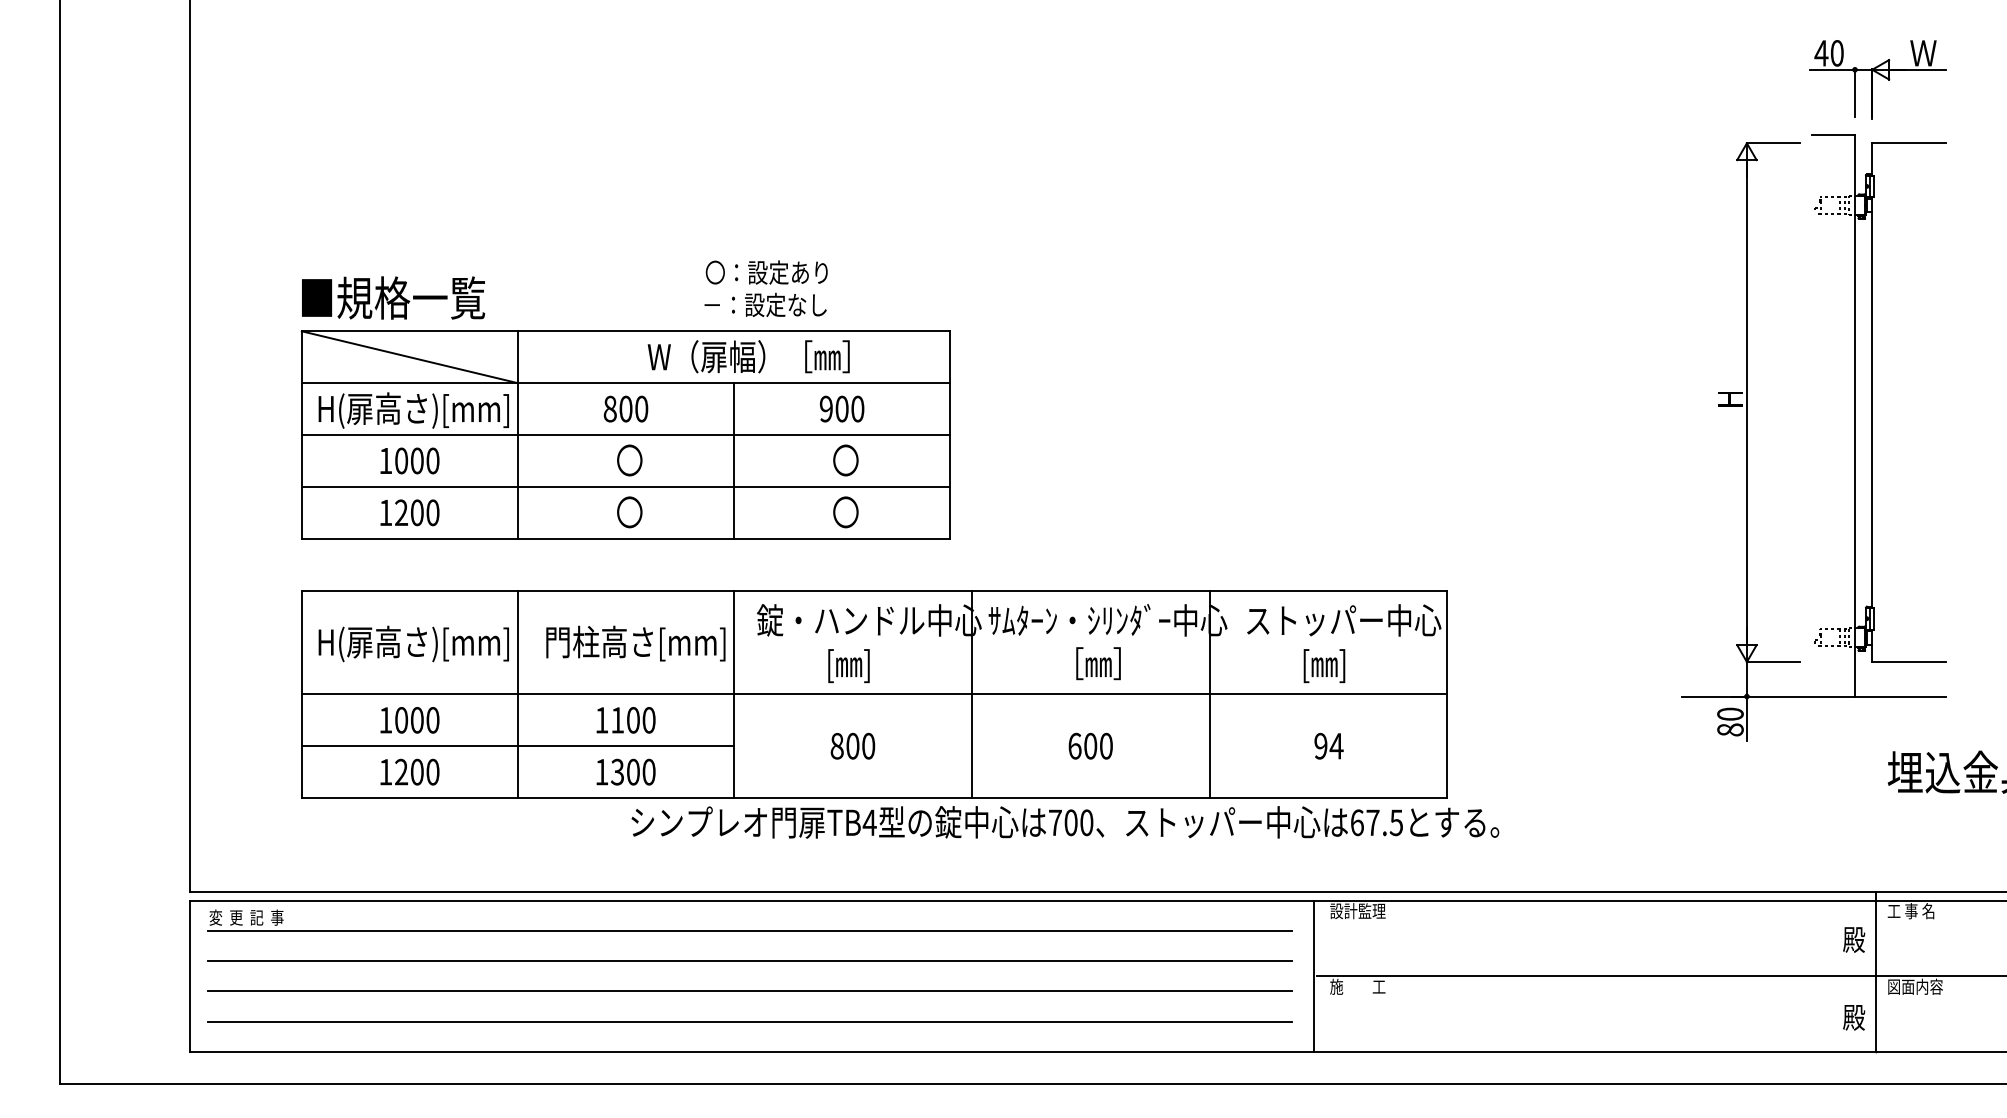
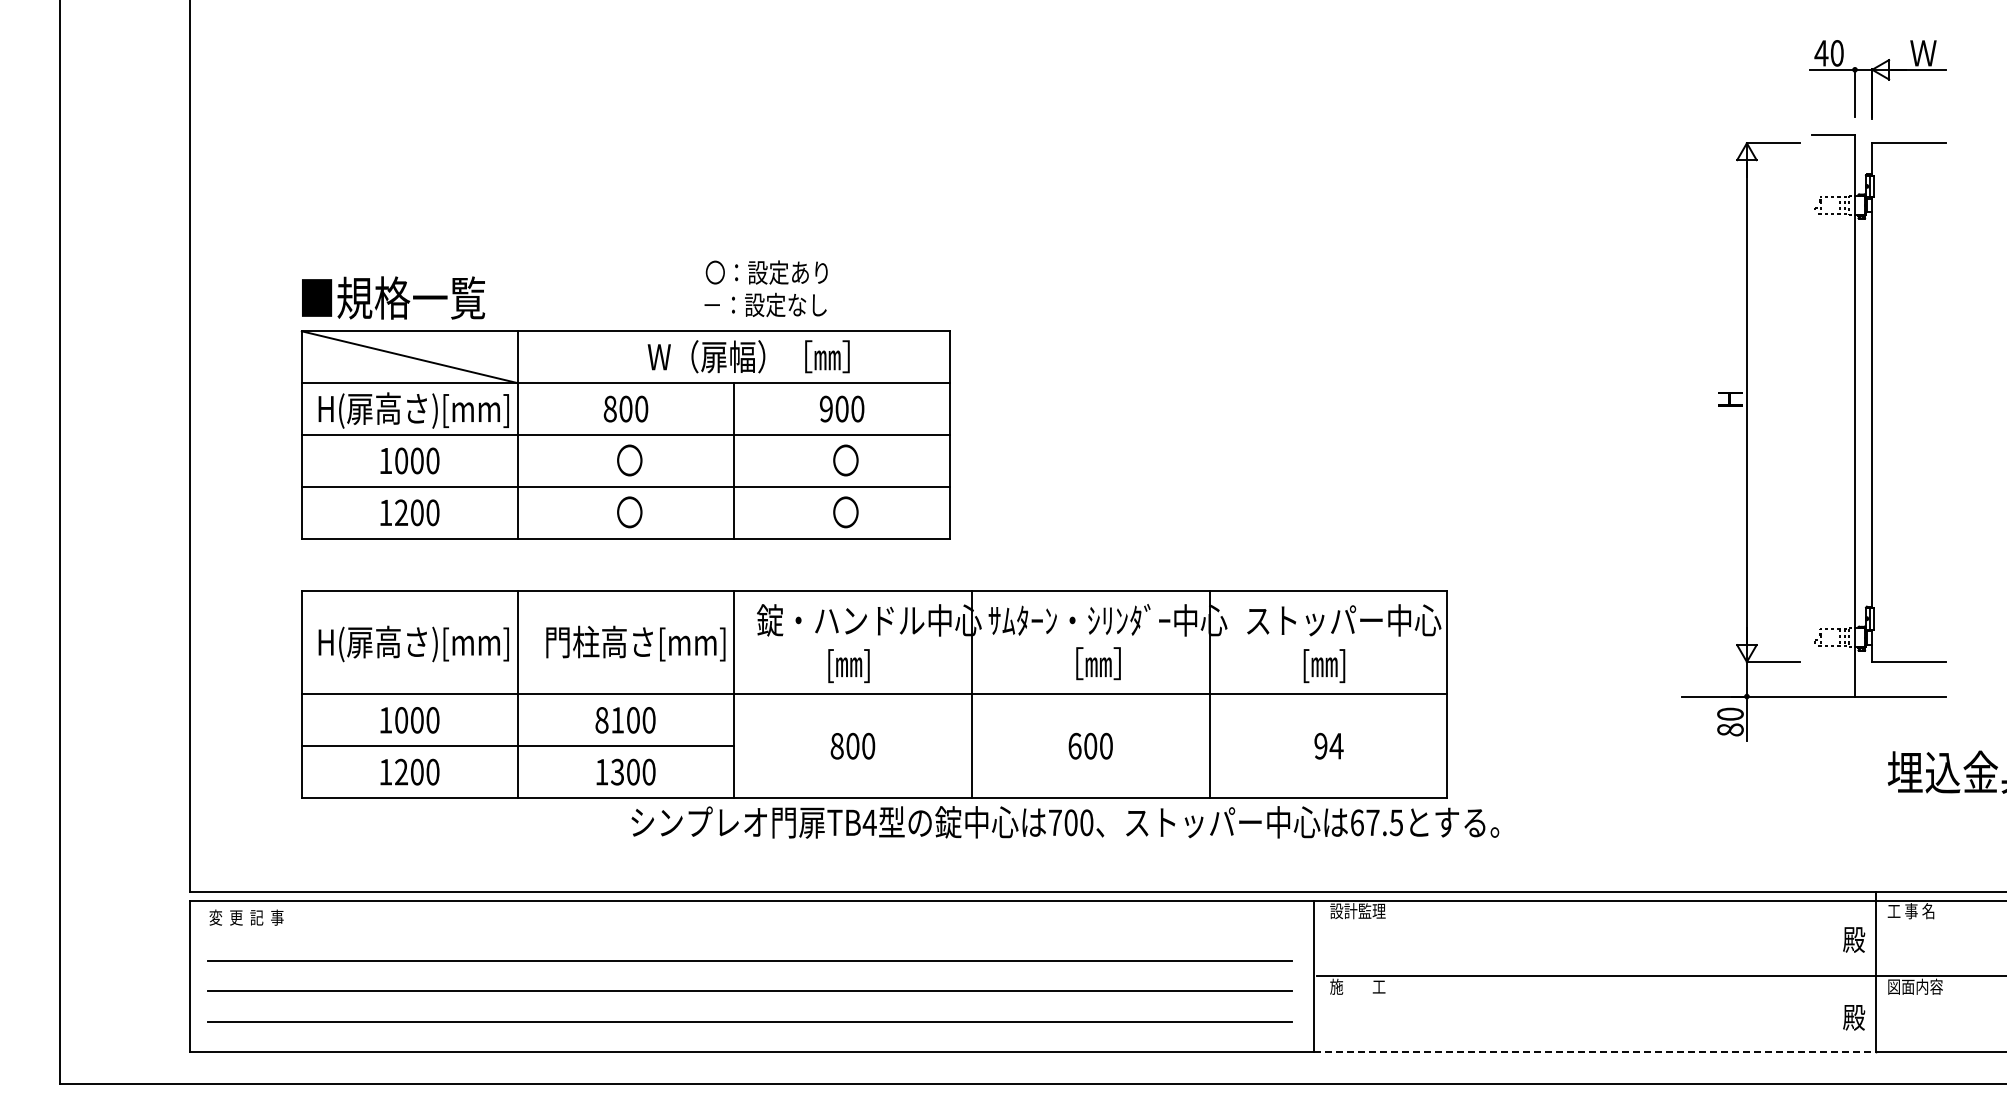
text at (601, 720): 1100 -> 8100
line at (750, 930): present -> none
line at (1594, 1051): solid -> dashed
